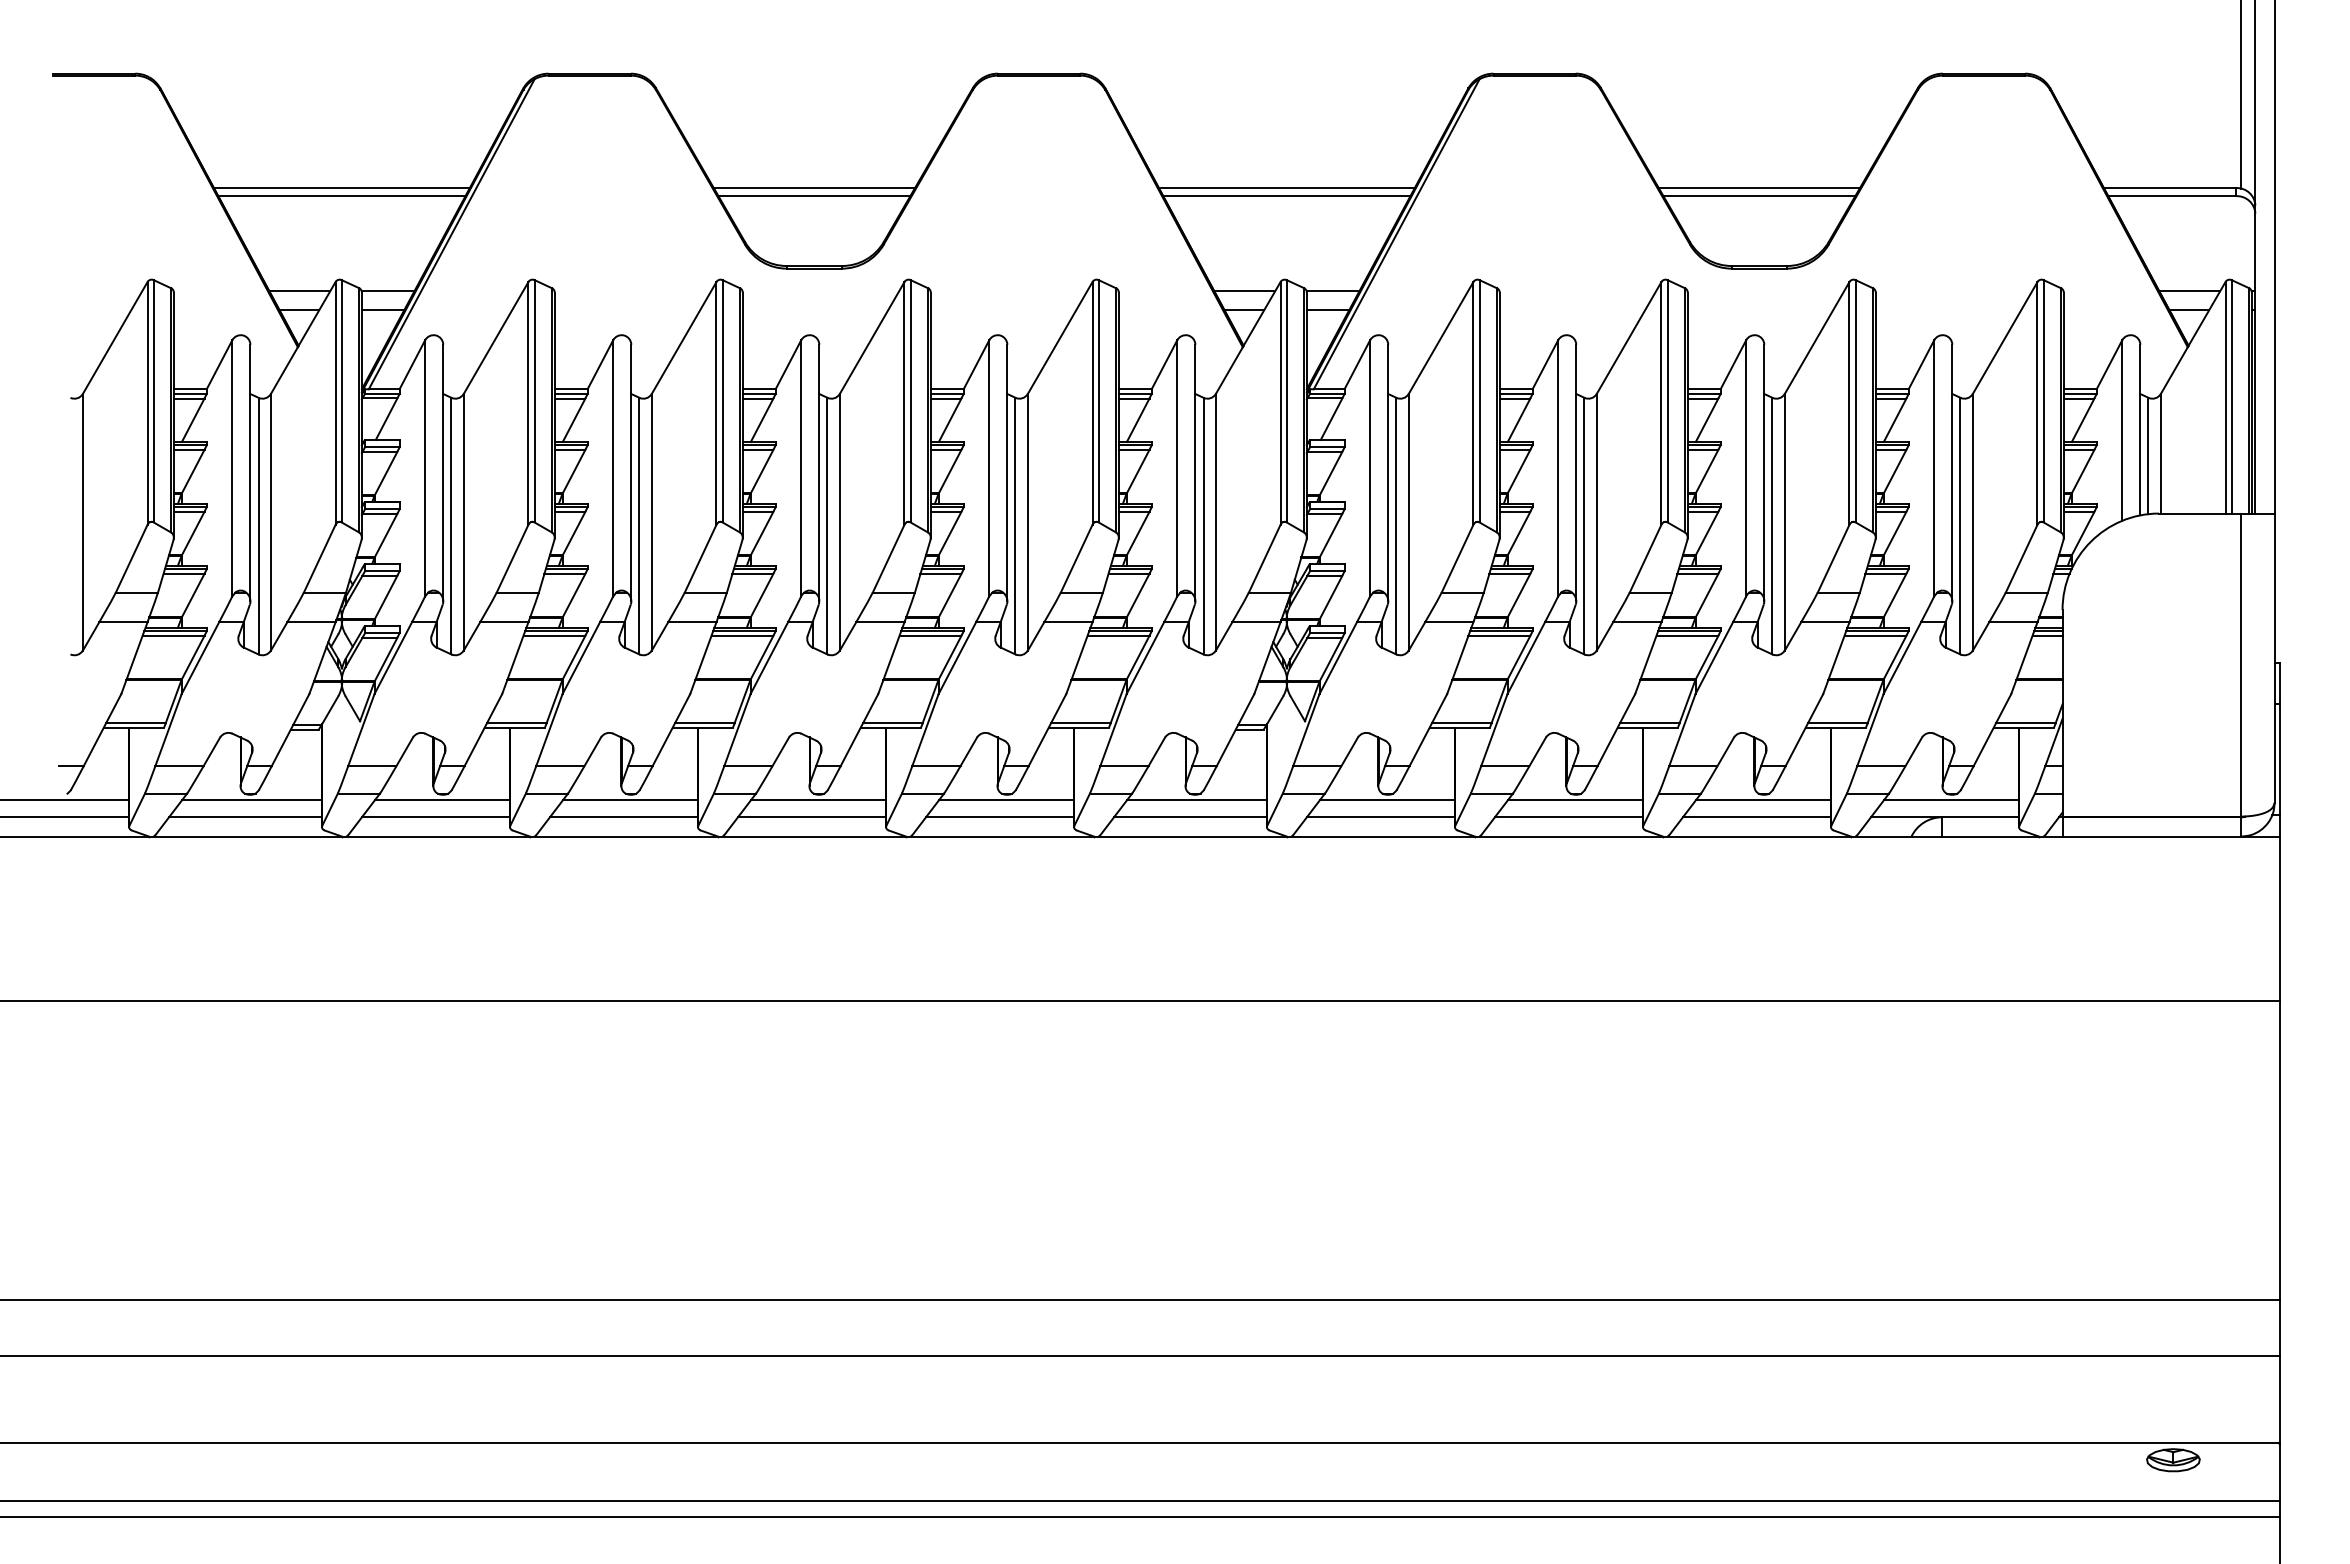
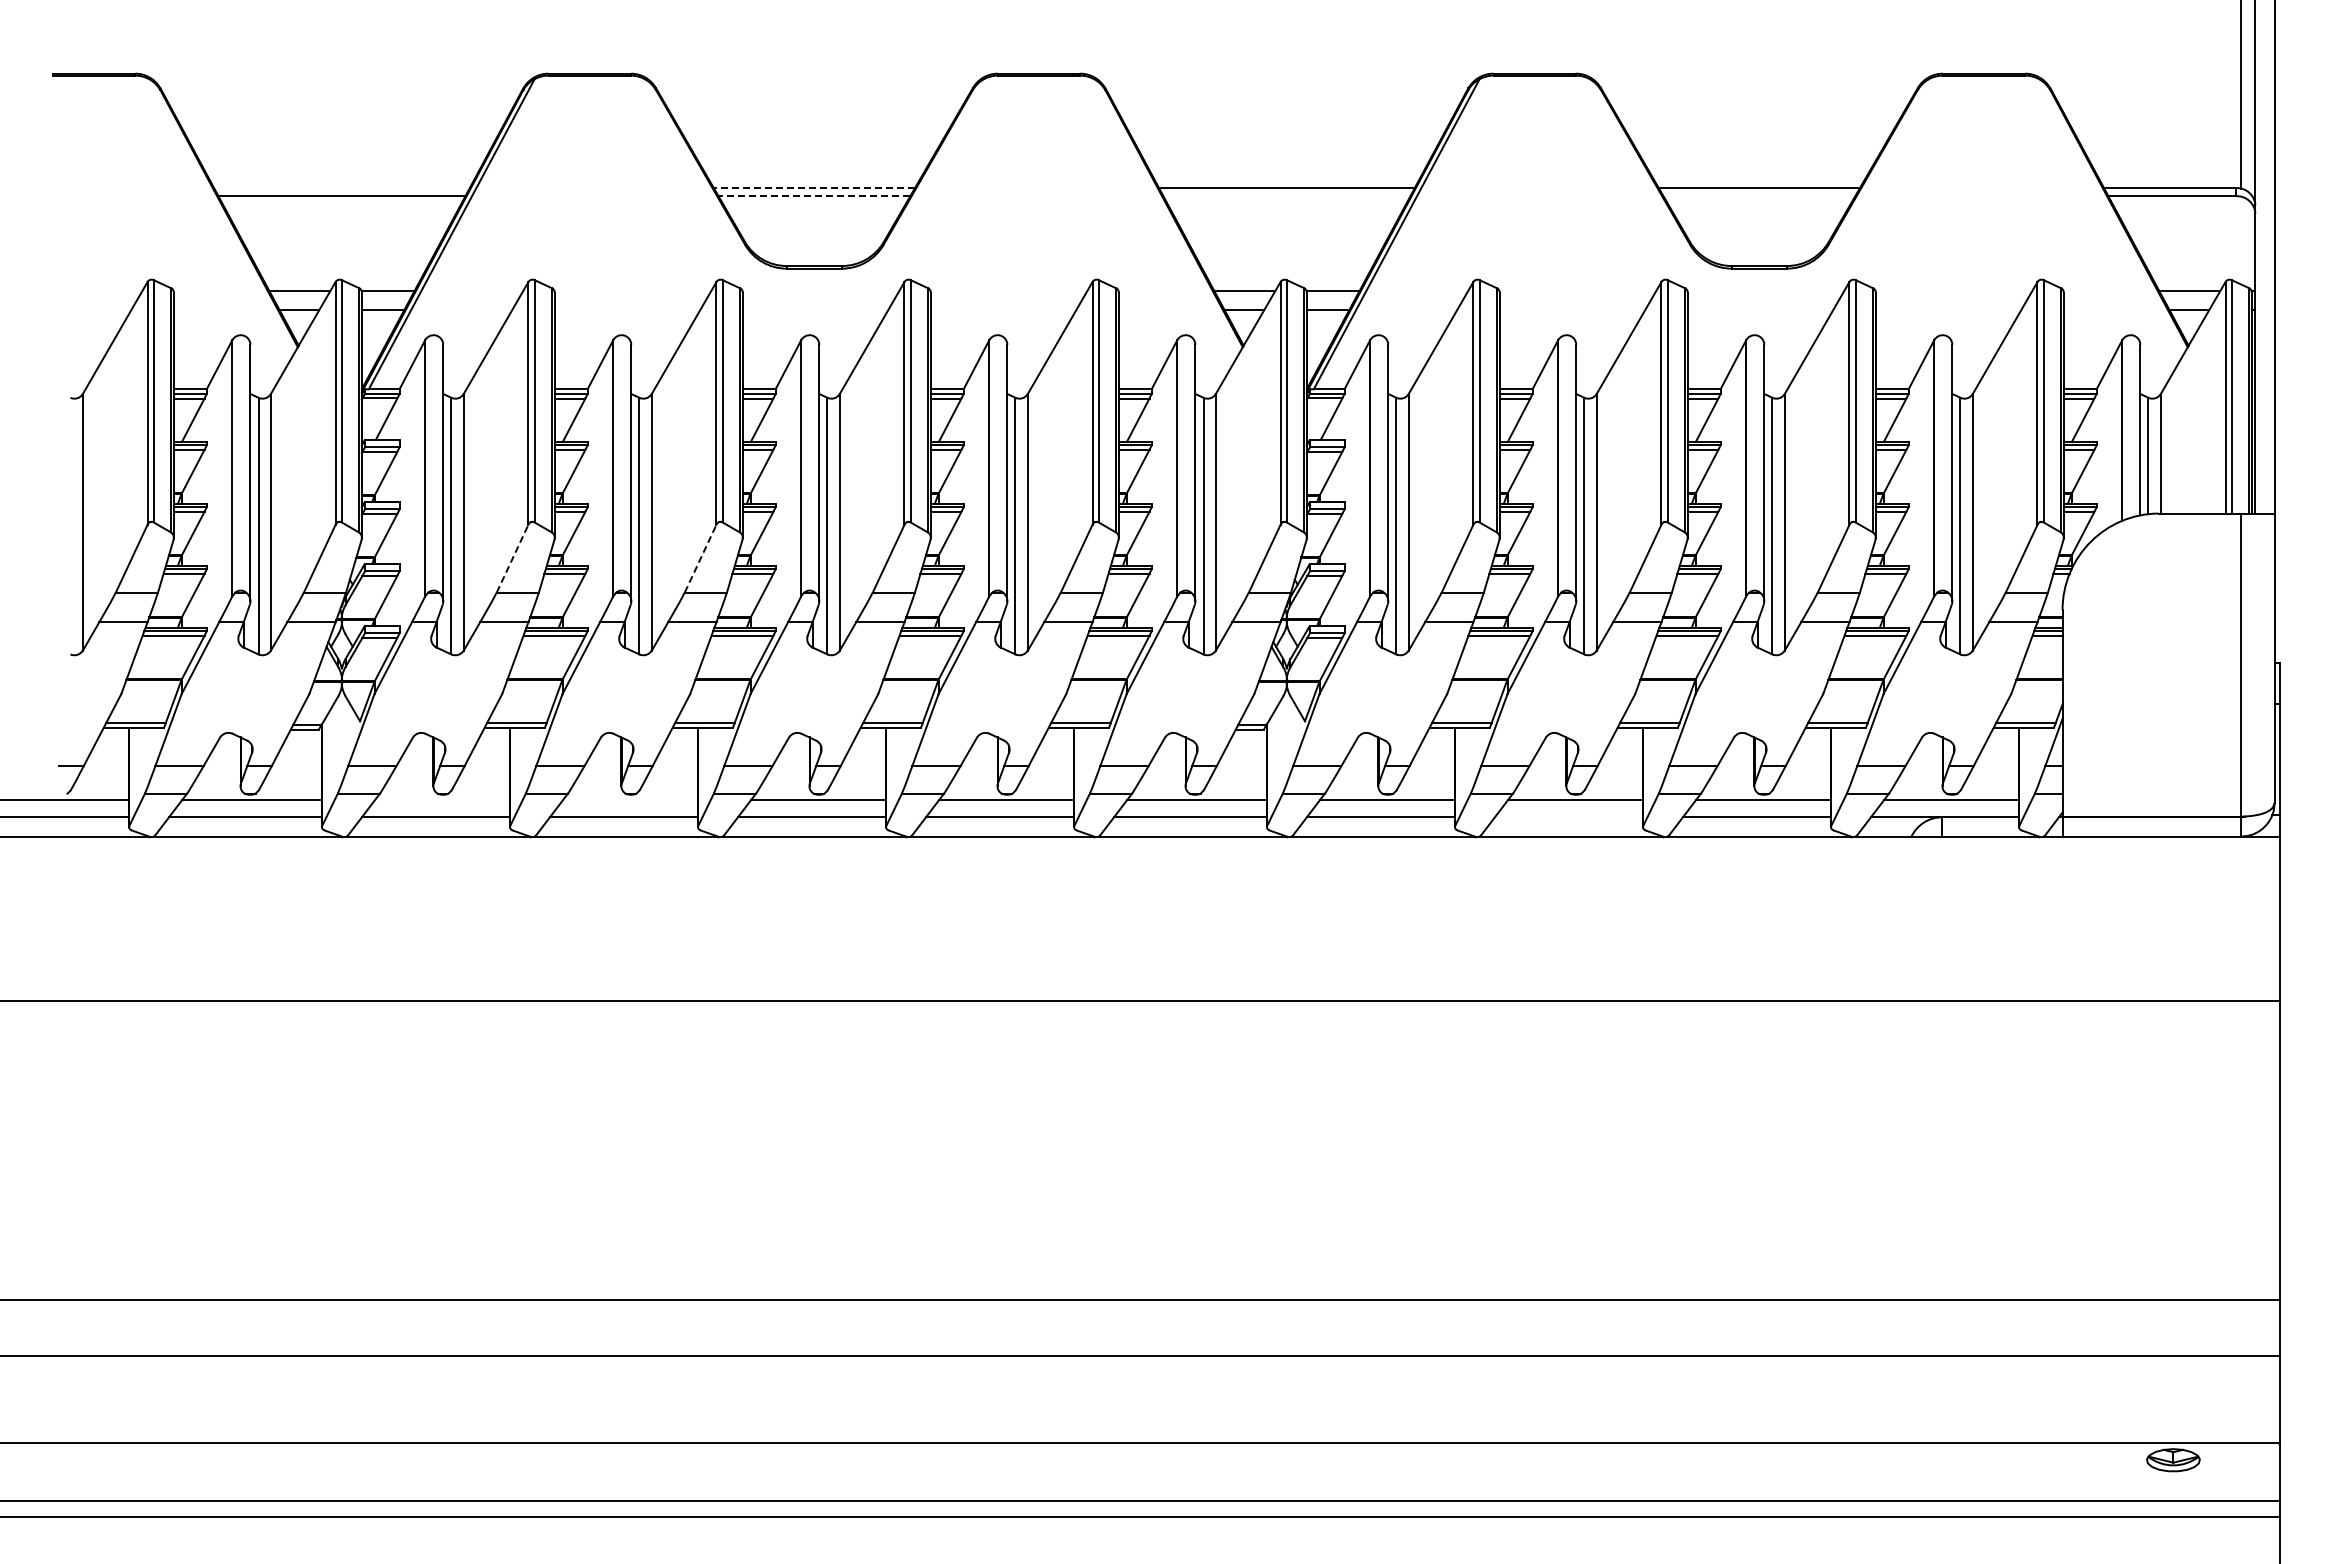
line at (341, 187): present -> none
line at (814, 187): solid -> dashed
line at (814, 196): solid -> dashed
line at (1286, 196): present -> none
line at (1759, 196): present -> none
line at (512, 558): solid -> dashed
line at (700, 558): solid -> dashed
line at (442, 800): present -> none
line at (630, 800): present -> none
line at (1568, 817): present -> none
